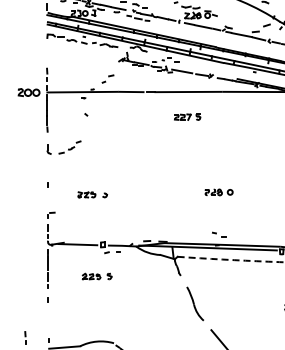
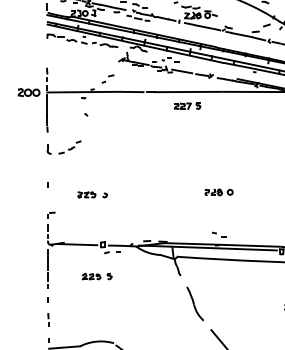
part at (187, 116) position: (187, 116) -> (187, 105)
arc at (231, 259): dashed -> solid
line at (25, 337) position: (25, 337) -> (48, 319)
